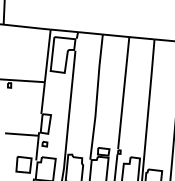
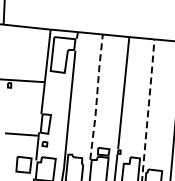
line at (97, 96): solid -> dashed
line at (148, 109): solid -> dashed
